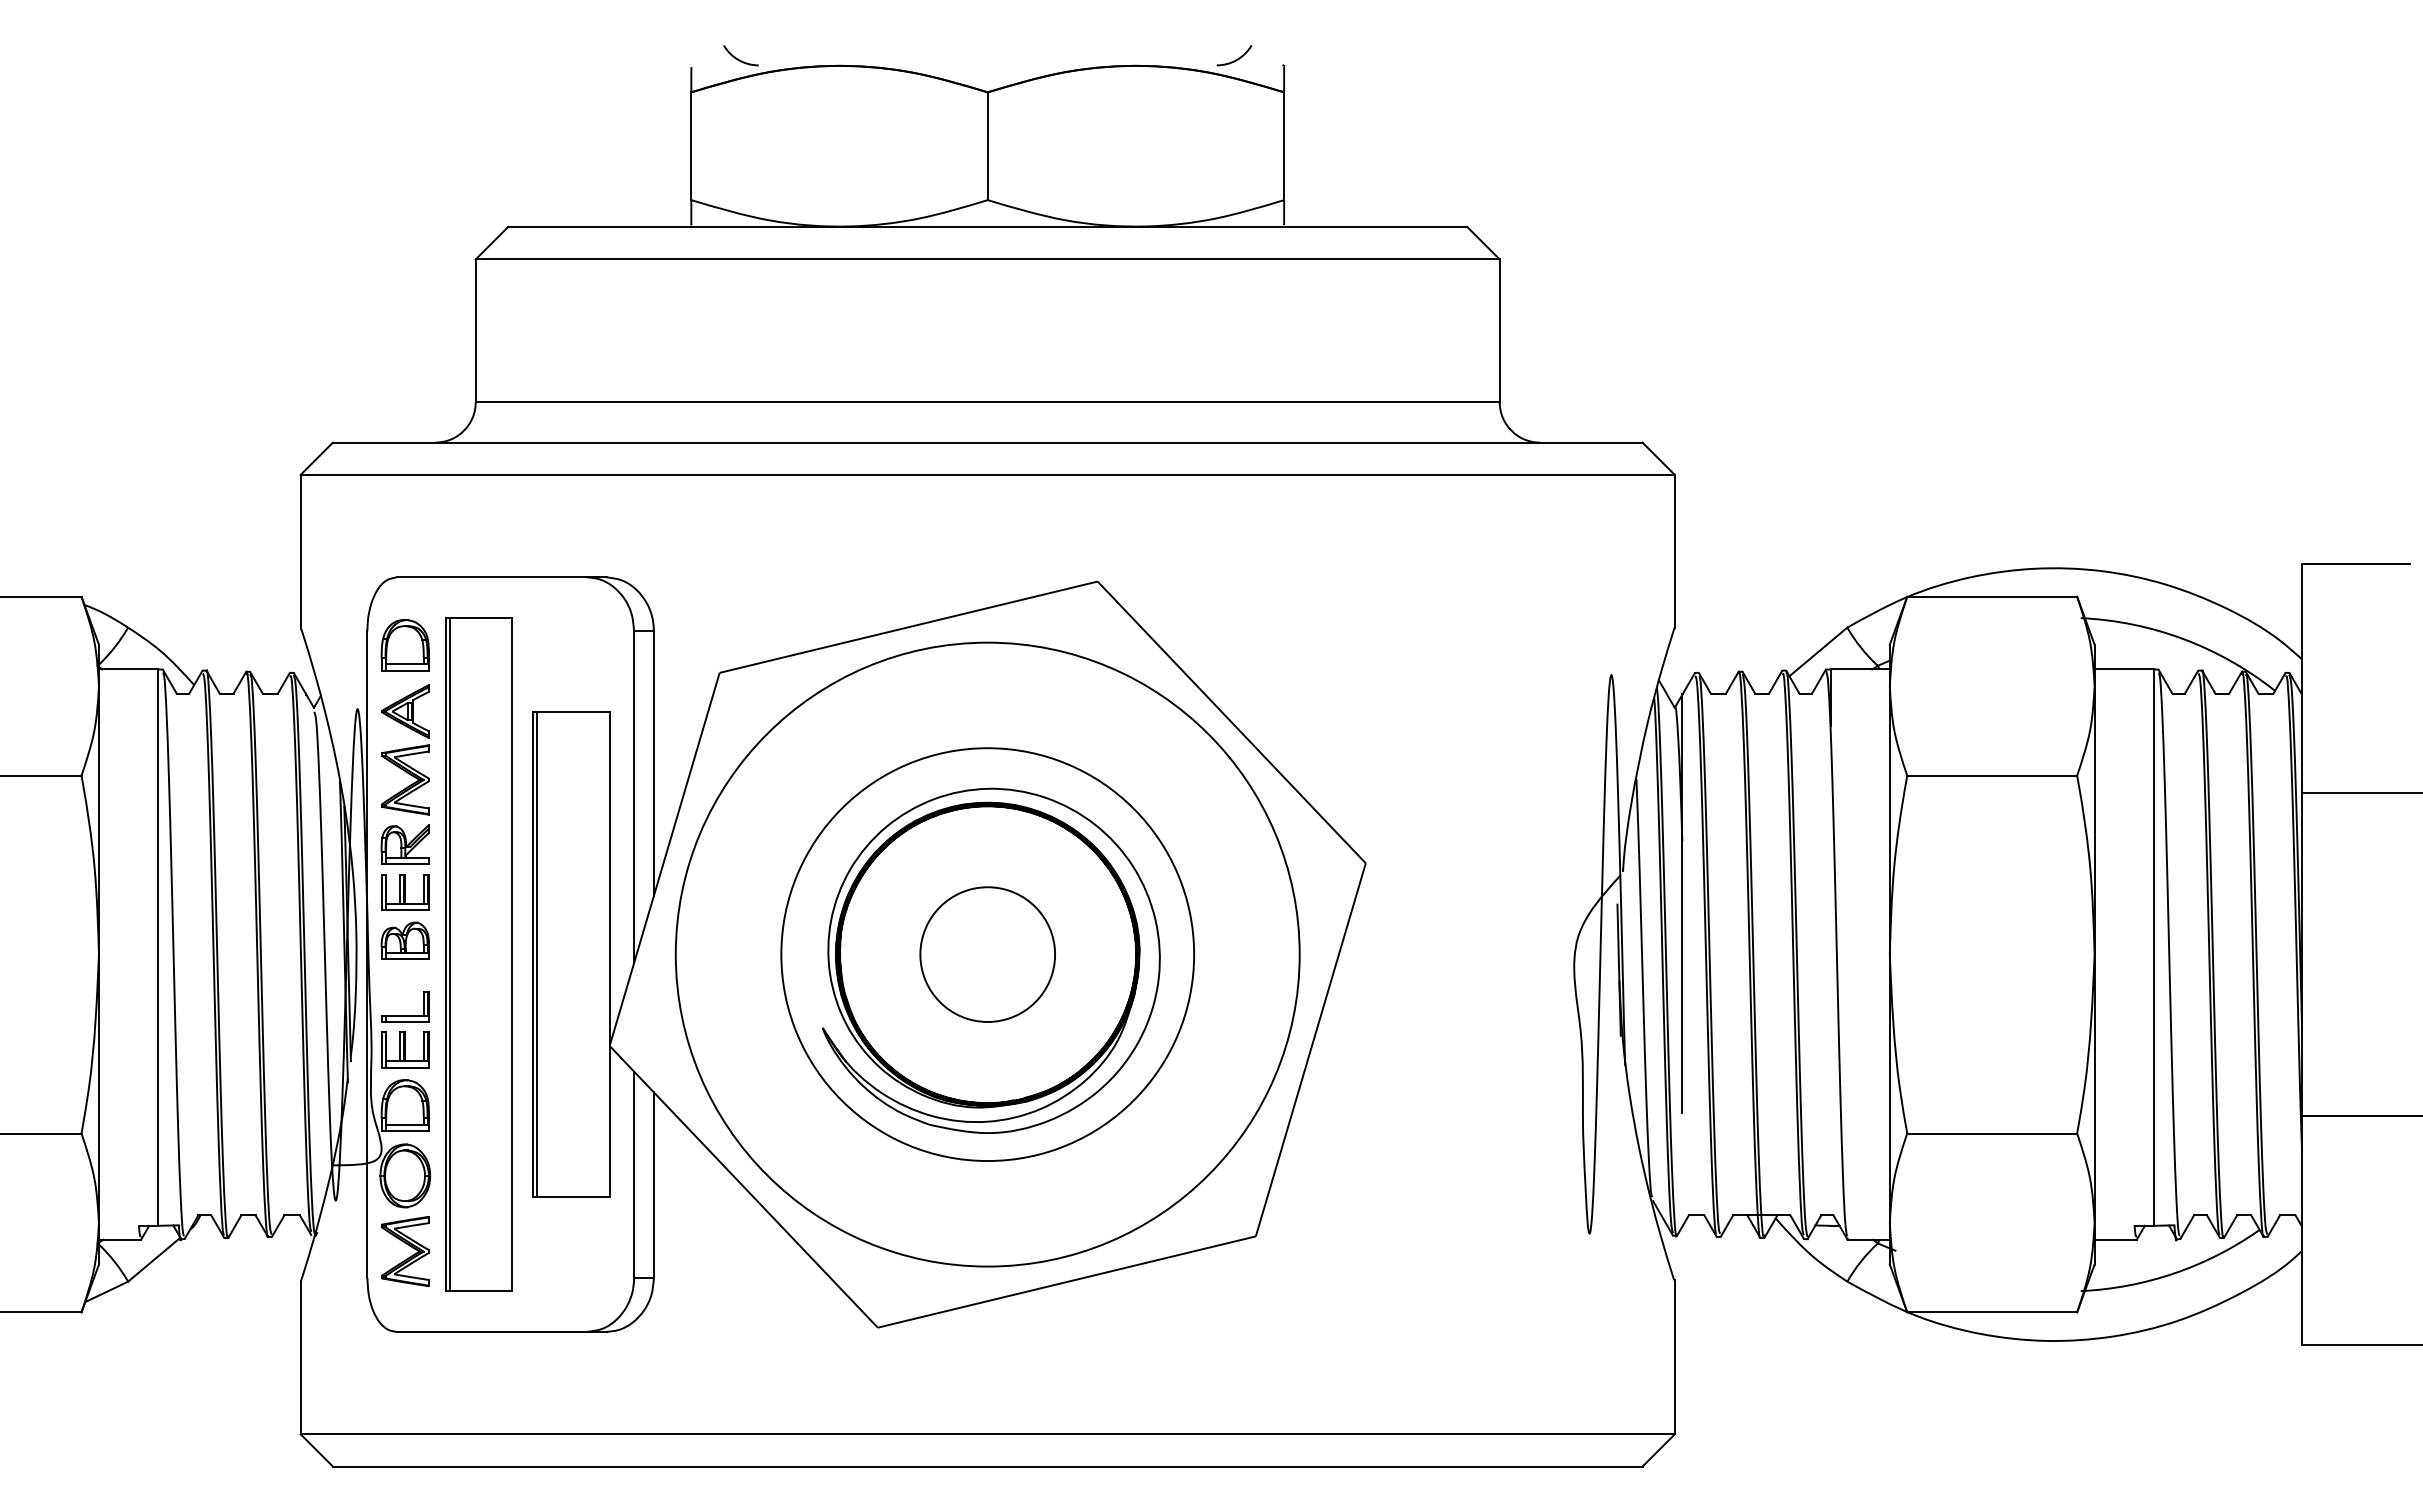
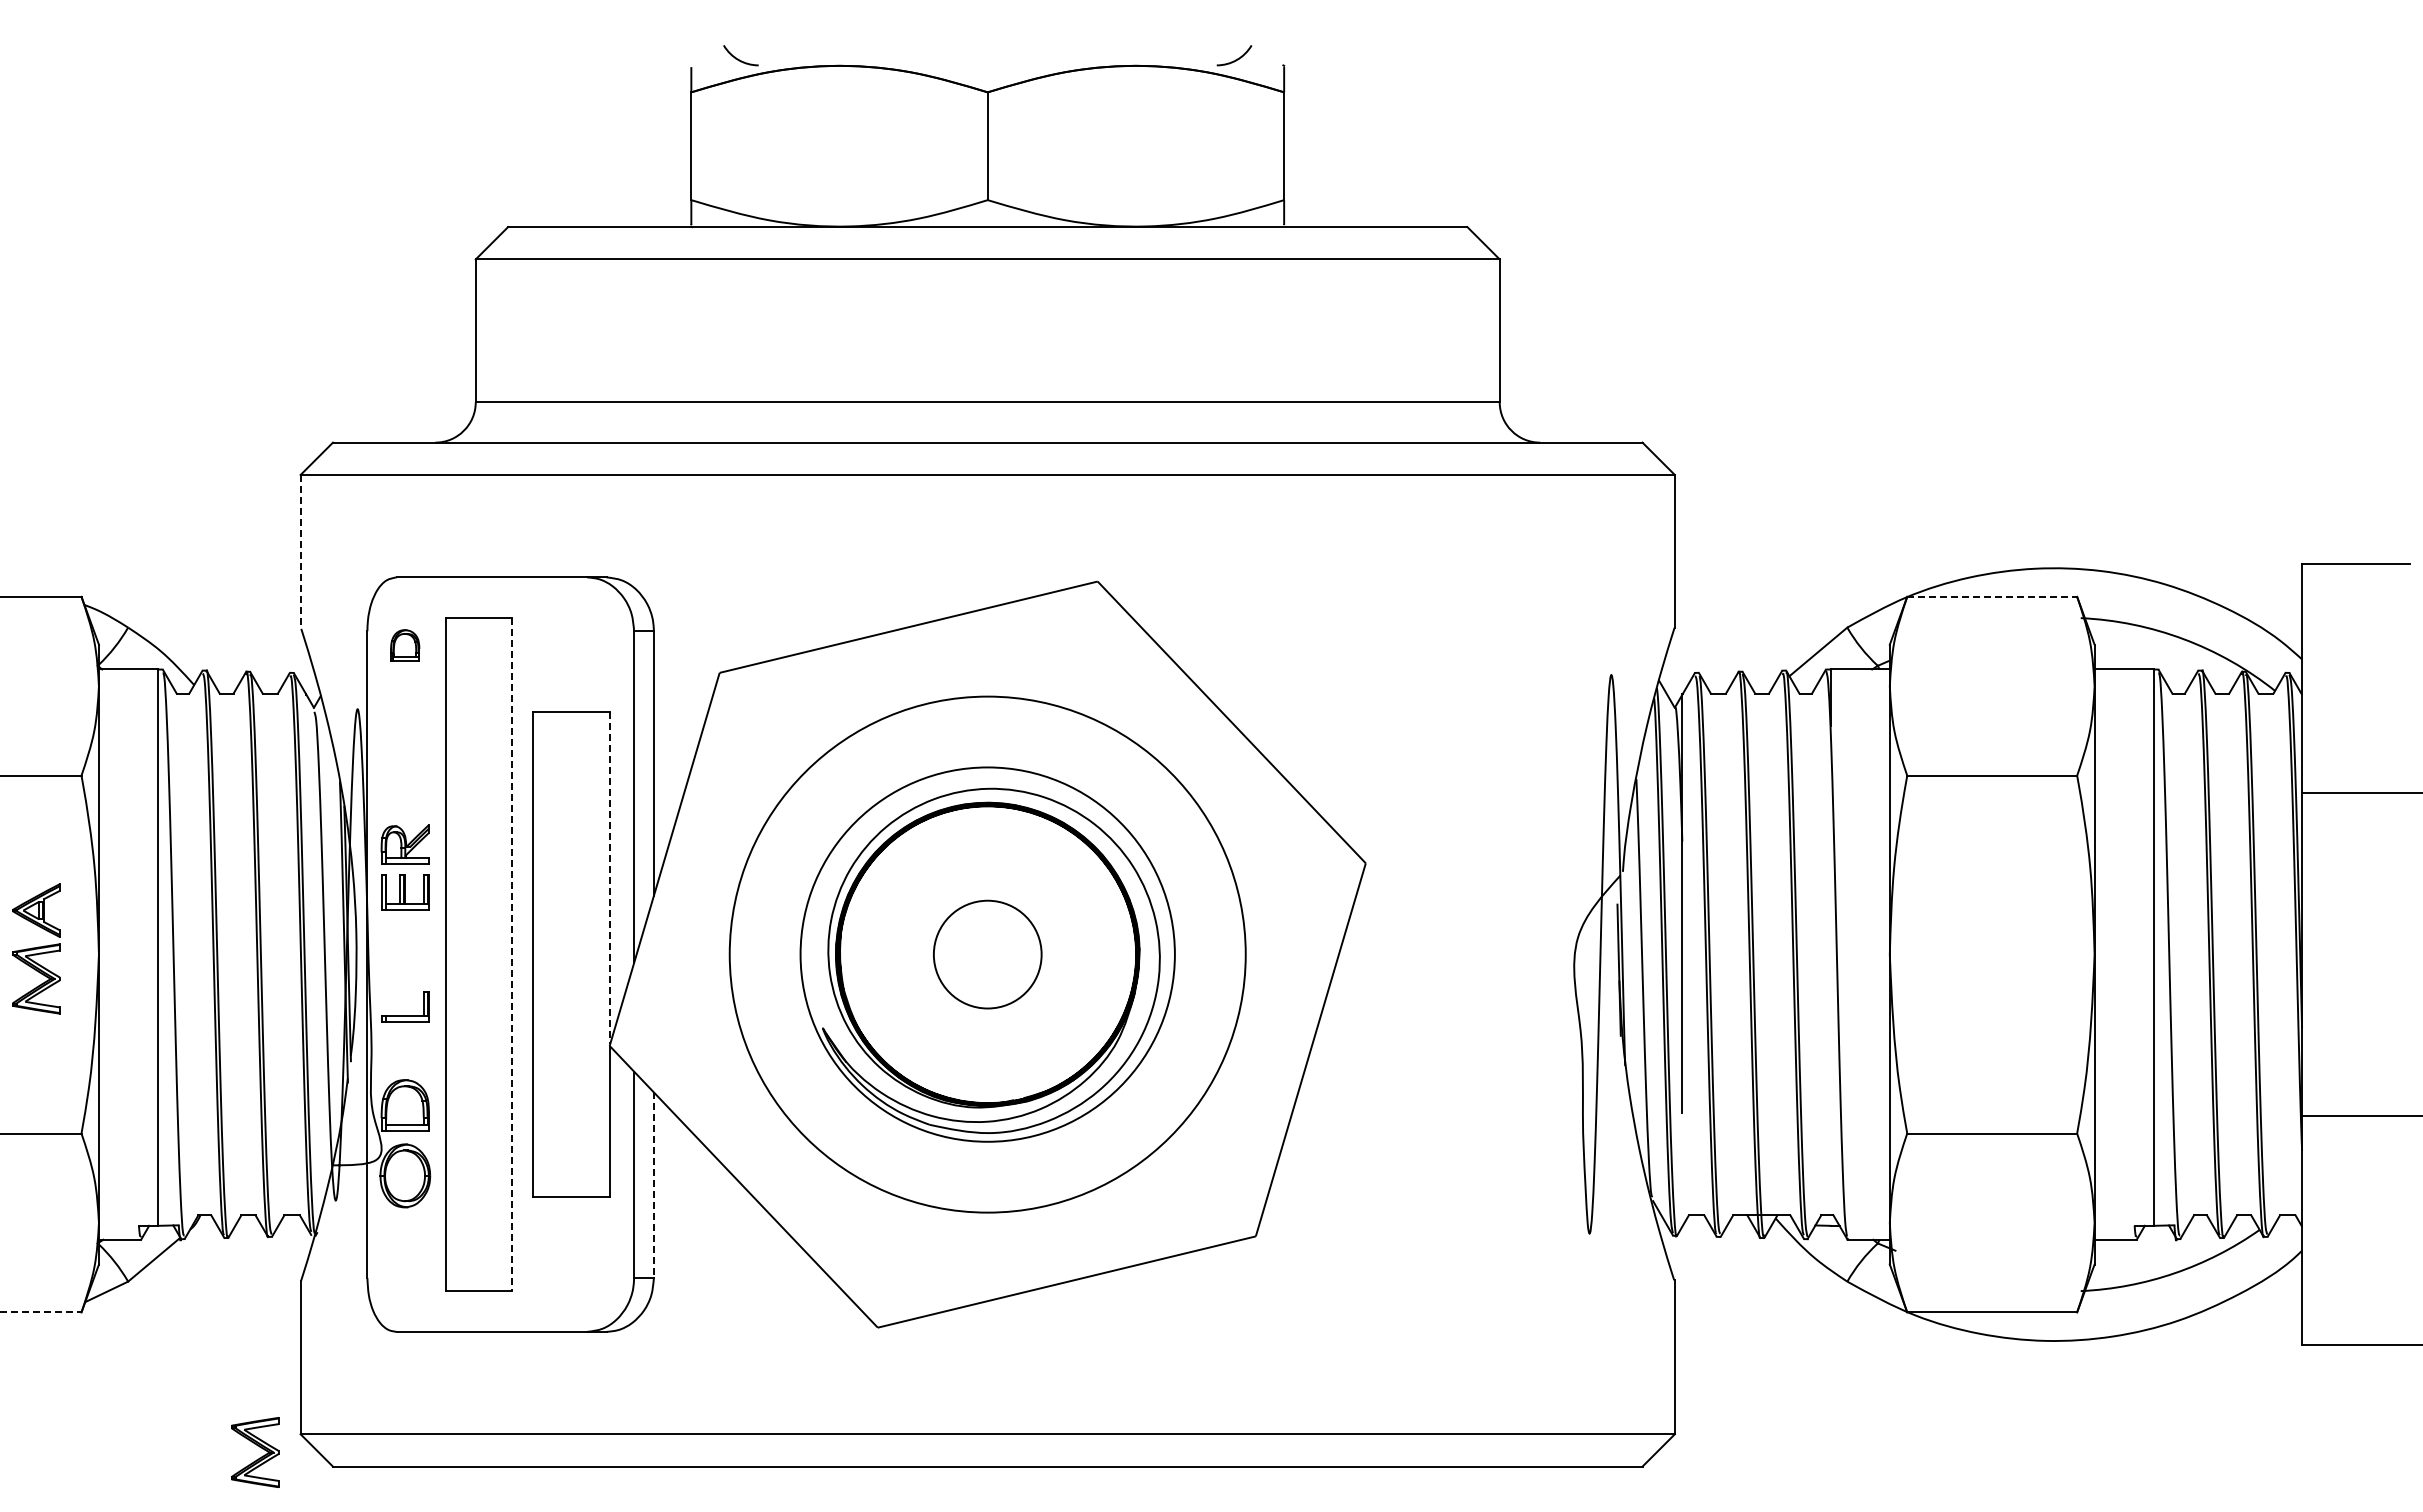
line at (300, 551): solid -> dashed
line at (1992, 596): solid -> dashed
part at (404, 645) size: 50x53 px -> 31x33 px
part at (405, 749) position: (405, 749) -> (36, 948)
line at (610, 878): solid -> dashed
part at (404, 940): present -> none
line at (449, 954): present -> none
line at (512, 954): solid -> dashed
line at (536, 954): present -> none
circle at (987, 954) diameter: 135 px -> 108 px
circle at (987, 954) diameter: 413 px -> 516 px
circle at (987, 954) diameter: 624 px -> 374 px
part at (405, 1049): present -> none
line at (653, 1185): solid -> dashed
part at (407, 1245) position: (407, 1245) -> (257, 1446)
line at (41, 1312): solid -> dashed
